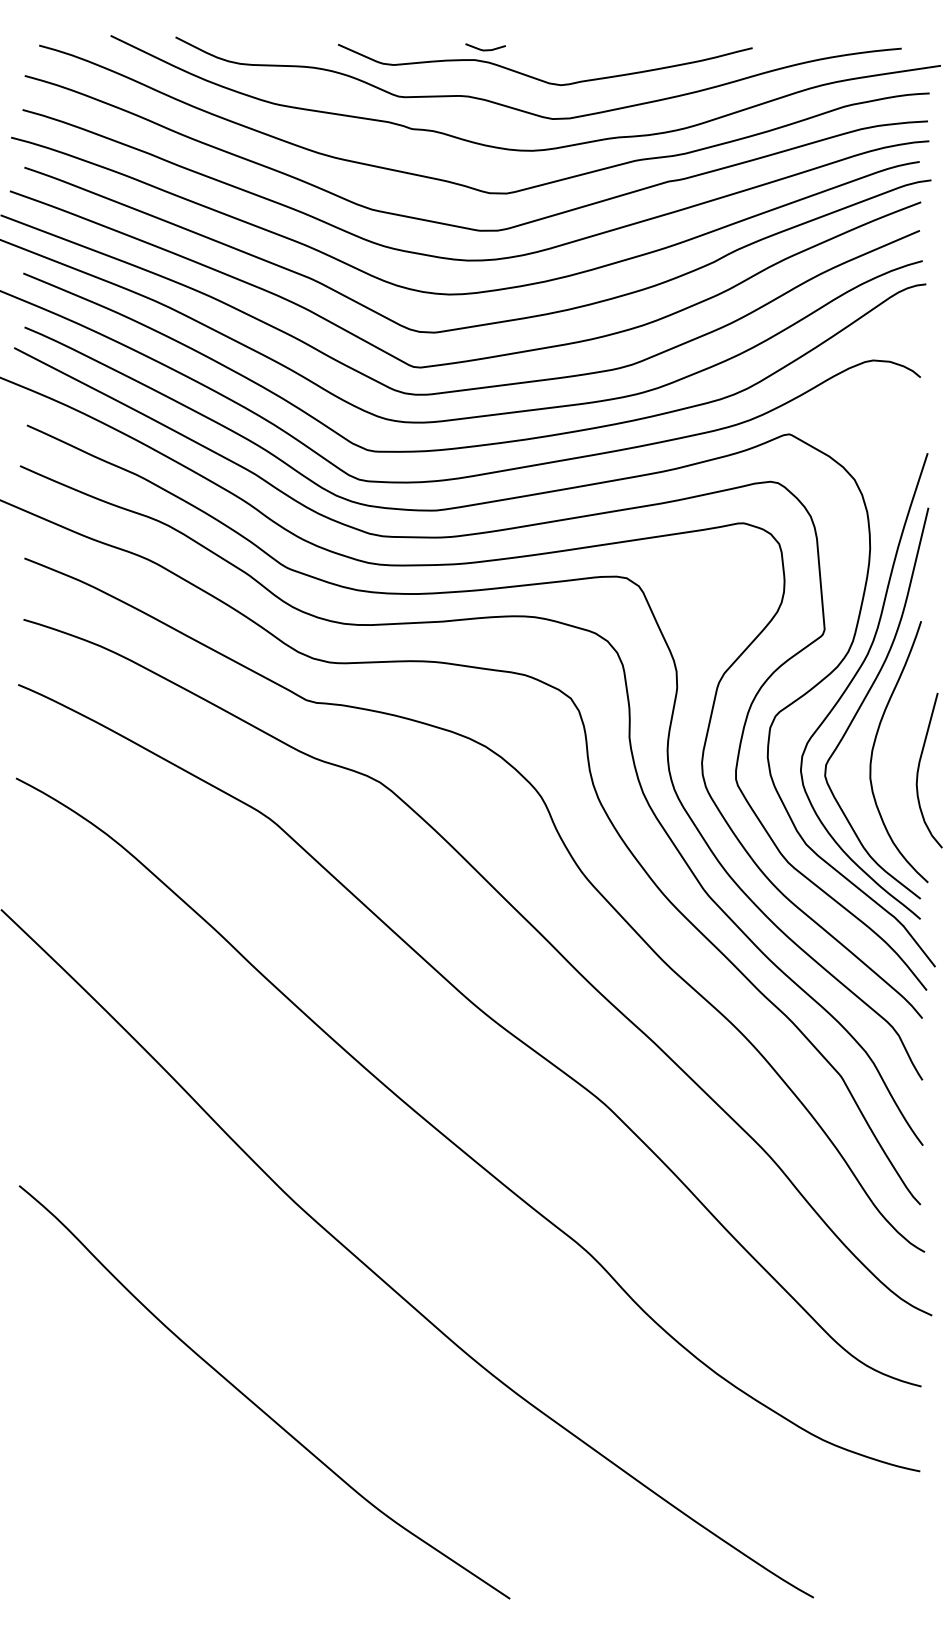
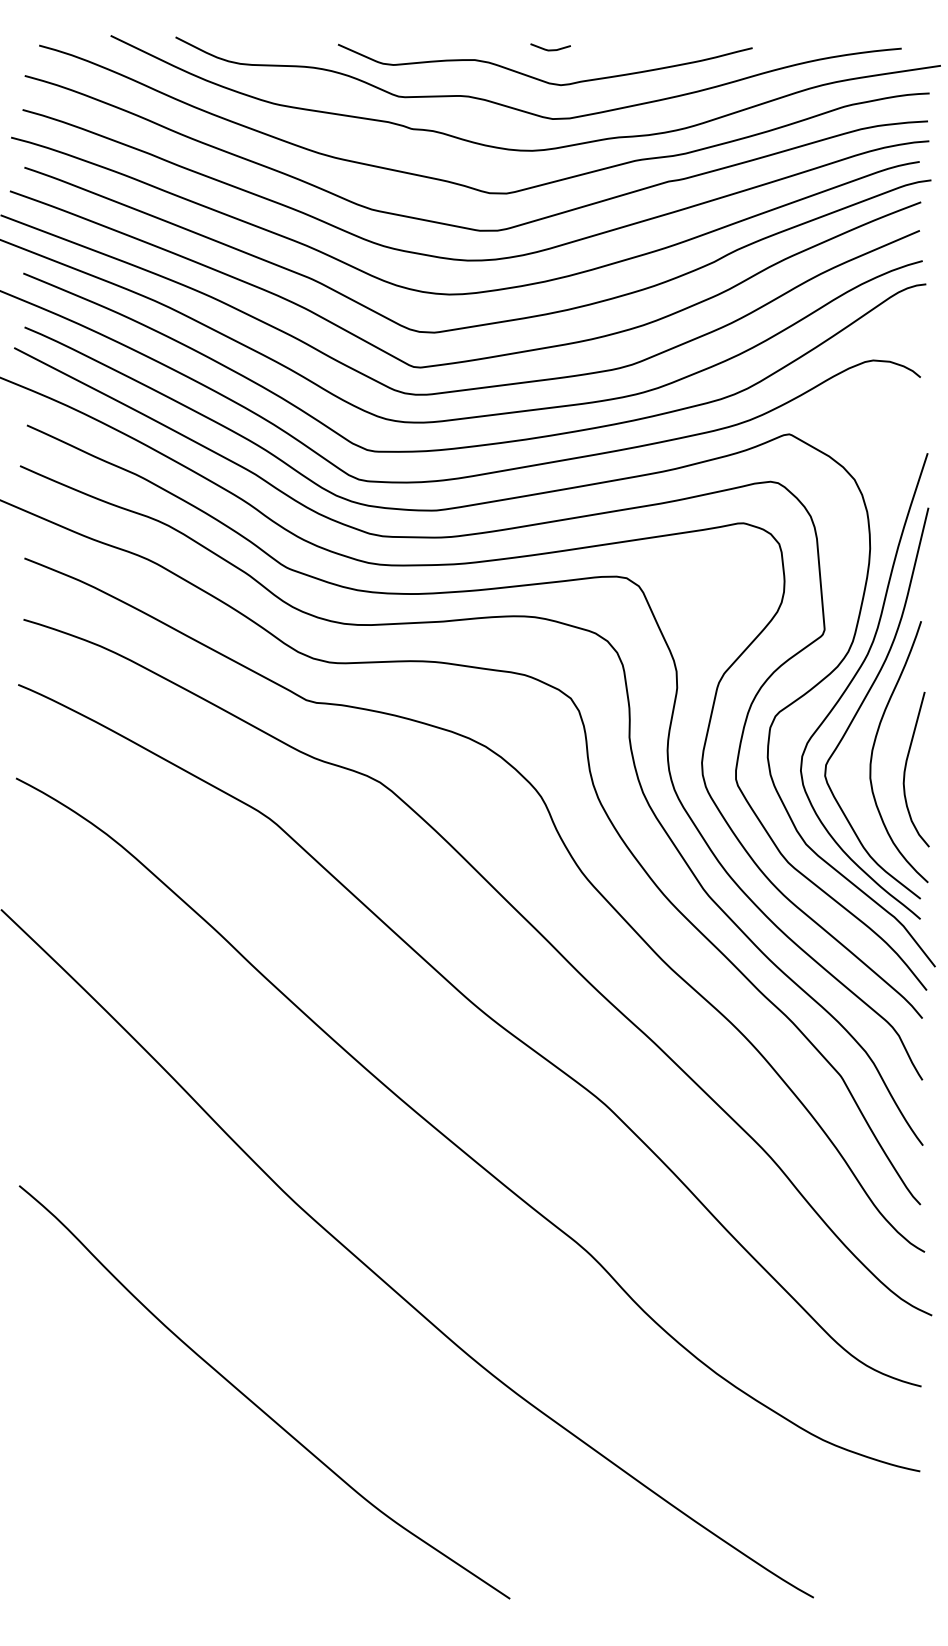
line at (485, 49) position: (485, 49) -> (550, 49)
curve at (919, 769) position: (919, 769) -> (906, 768)
